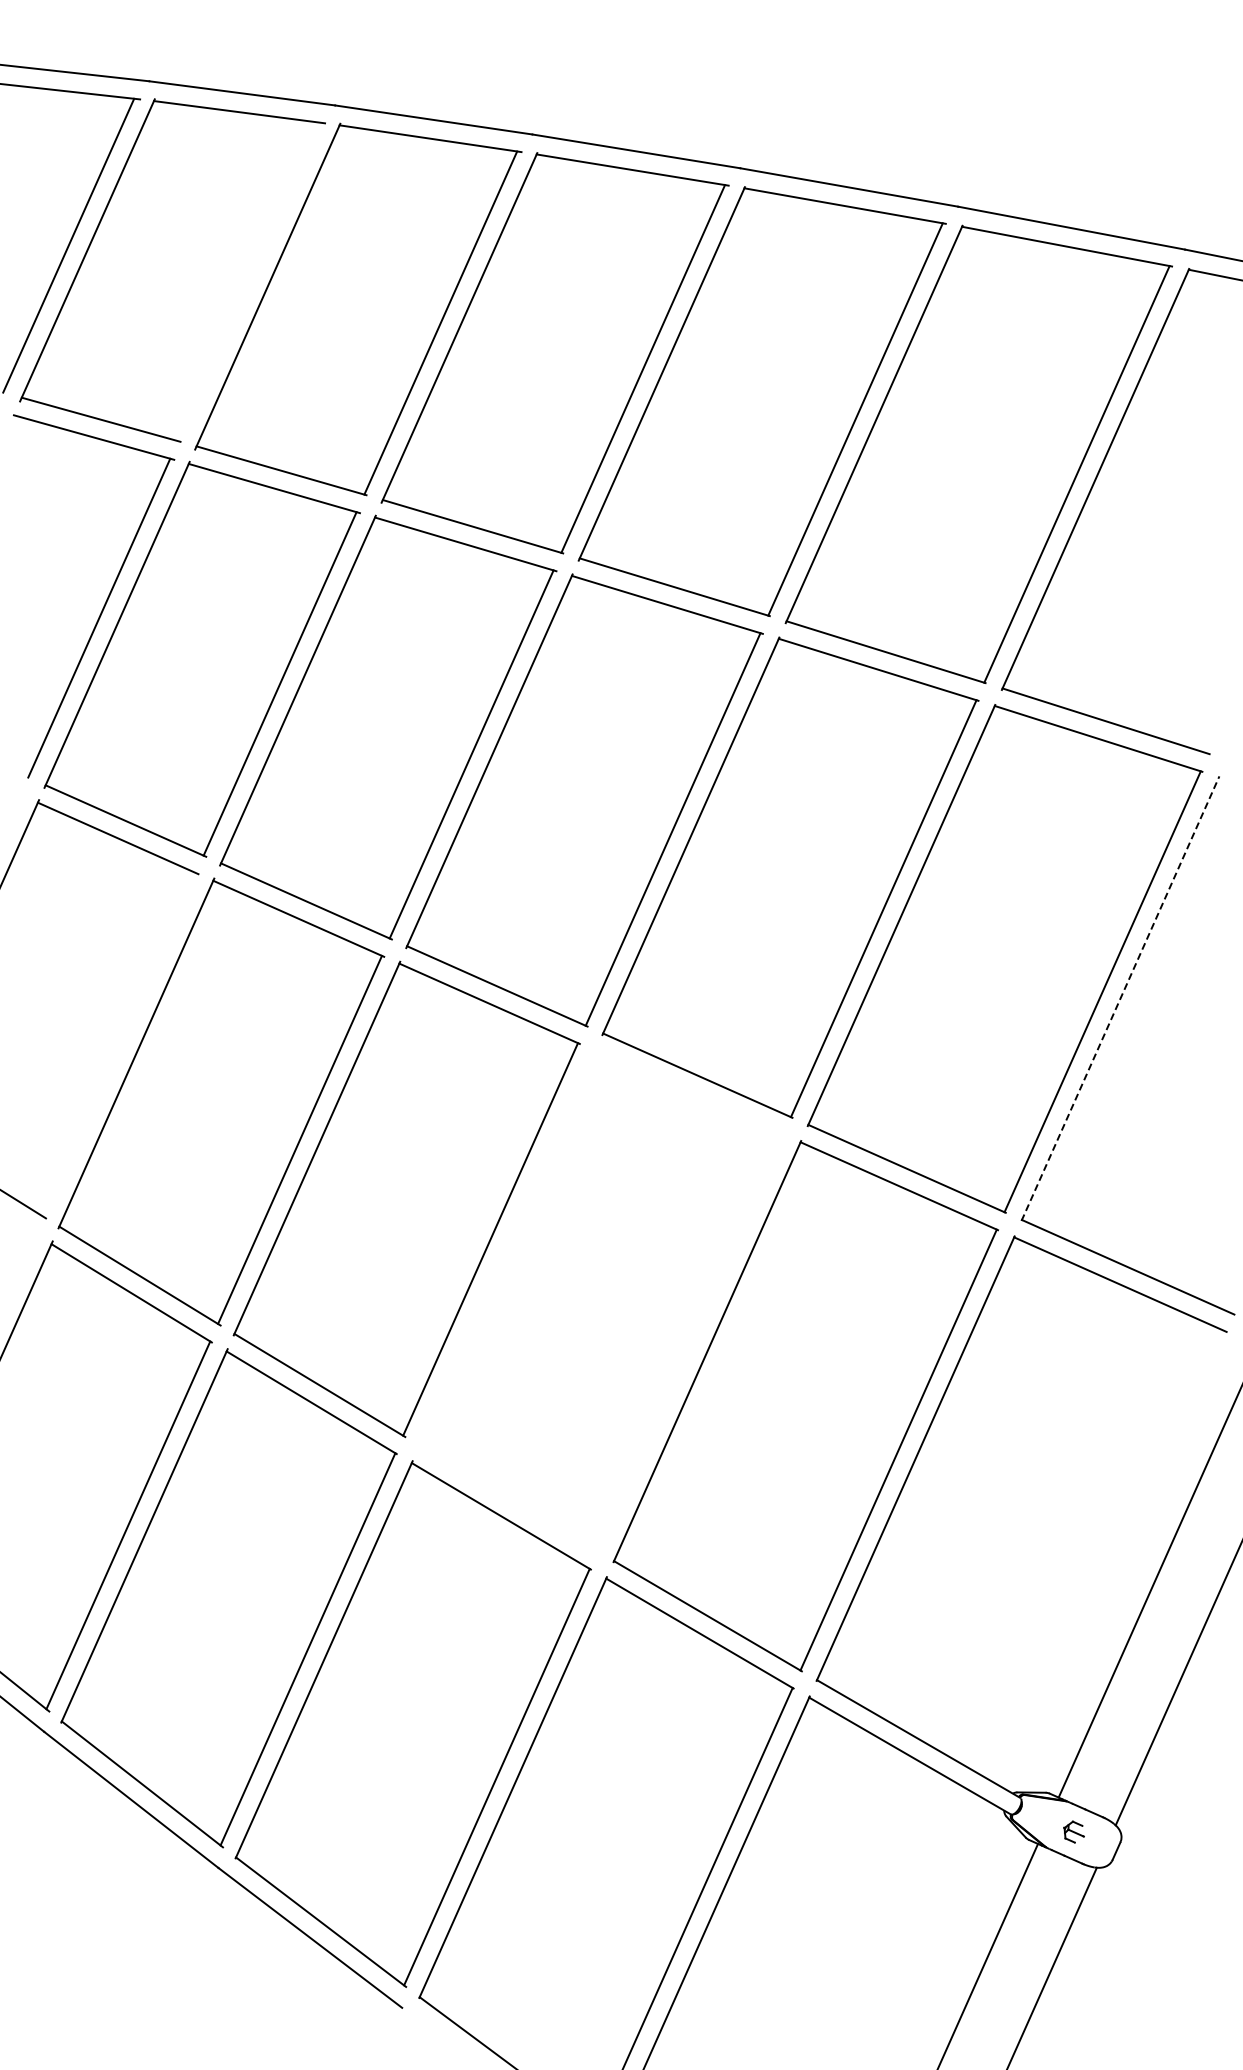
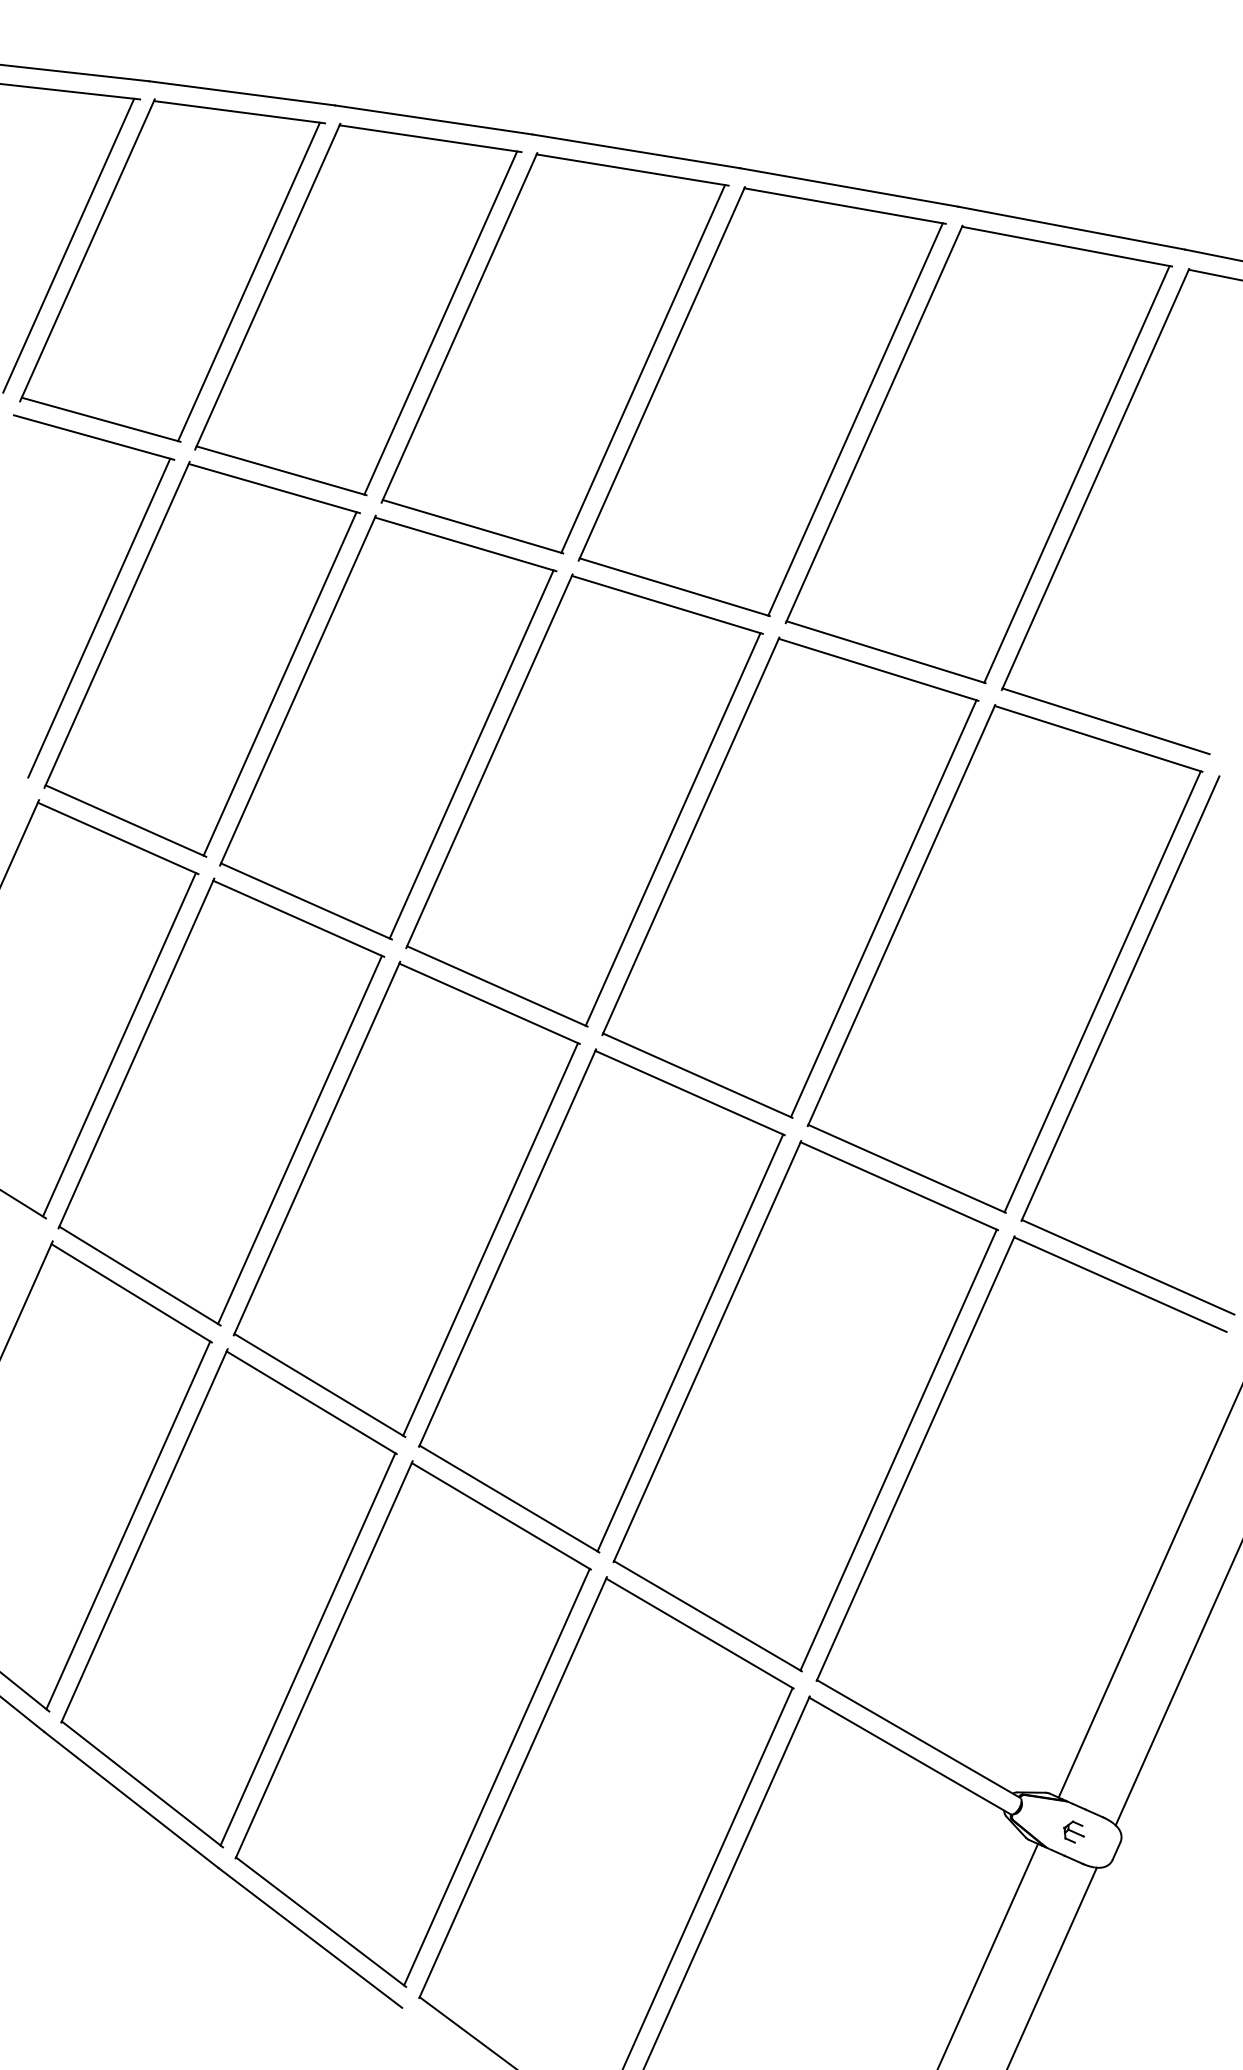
line at (248, 281): none -> present
line at (1120, 998): dashed -> solid
line at (119, 1044): none -> present
part at (601, 1300): none -> present
